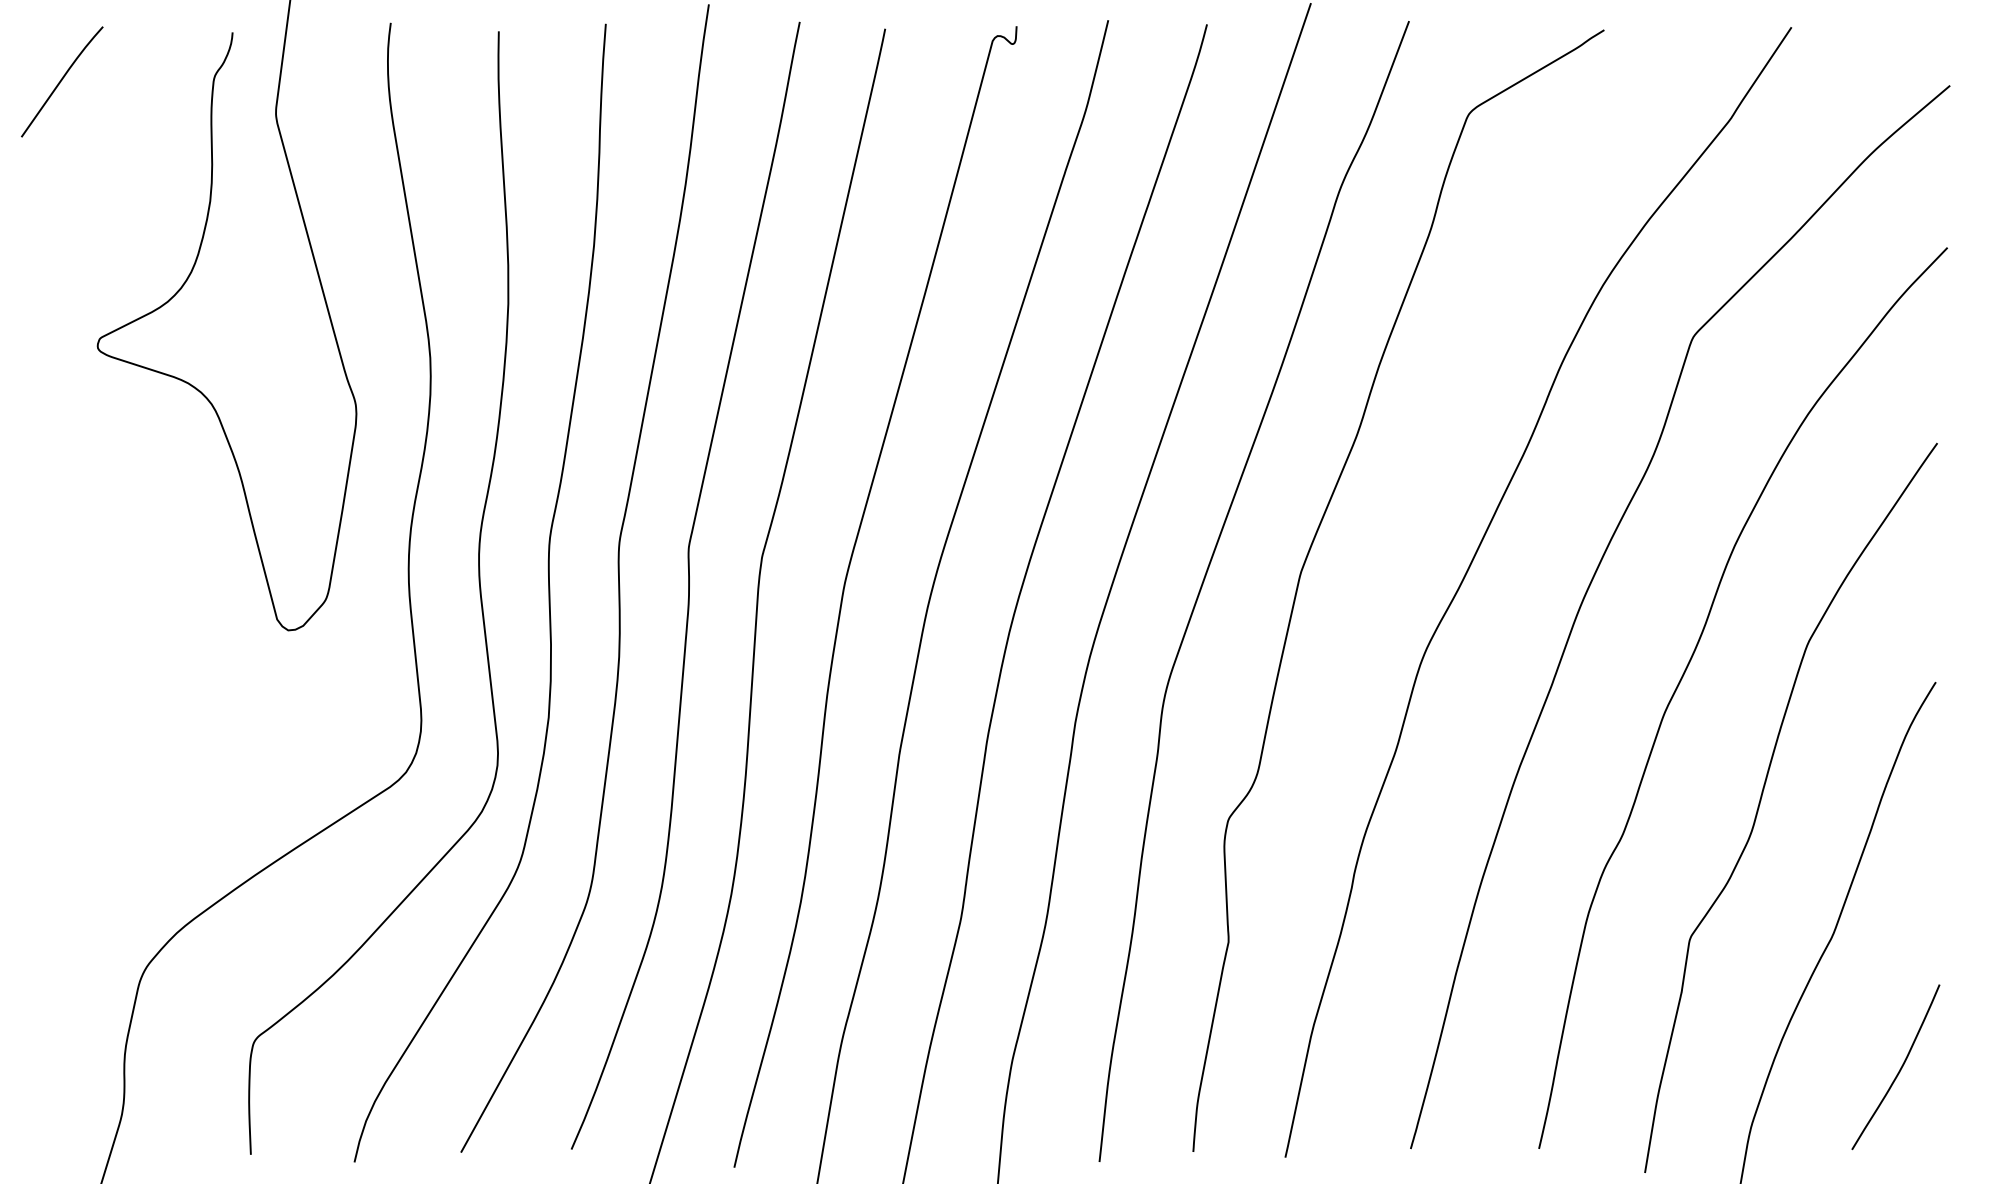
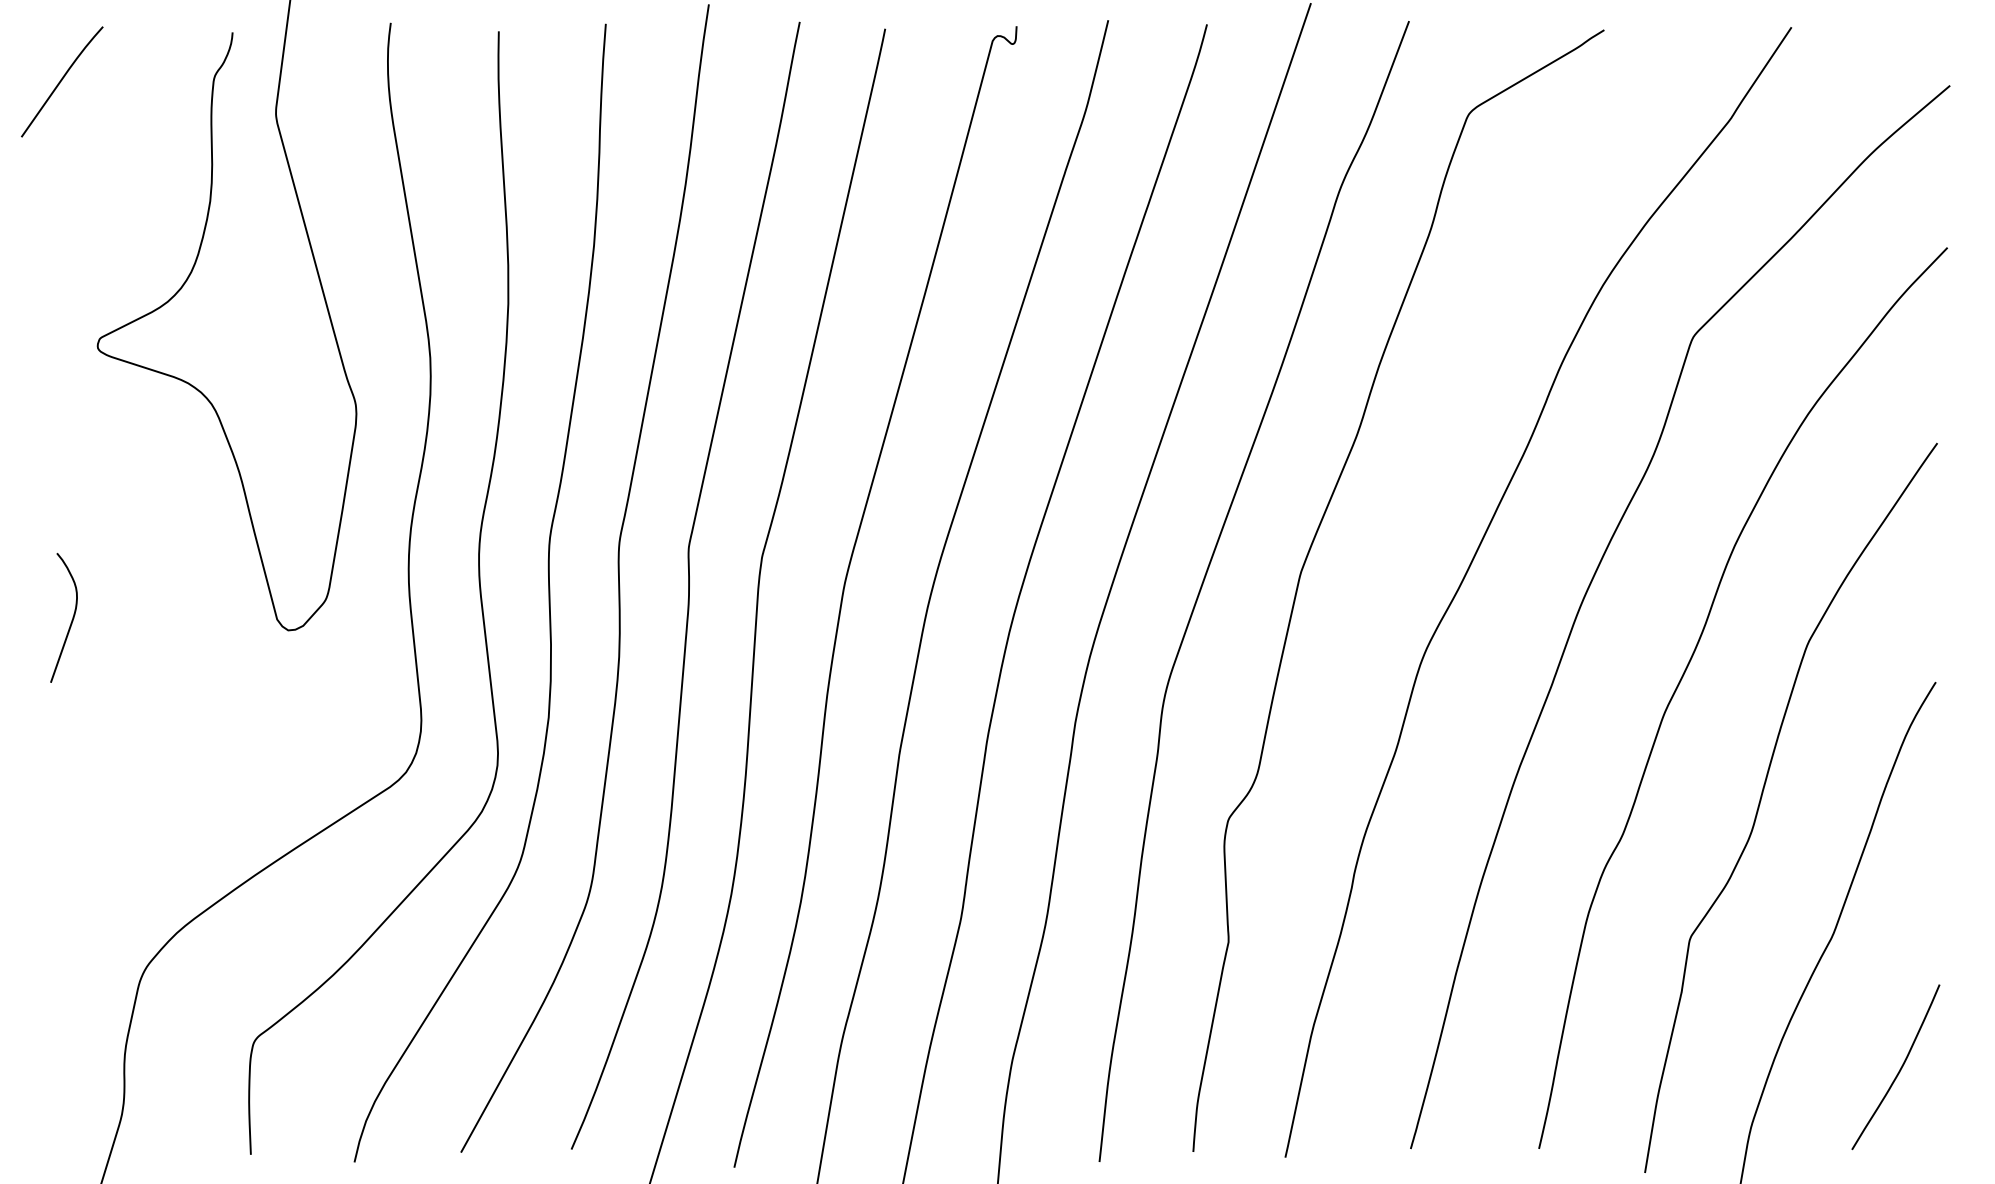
curve at (71, 620): none -> present
